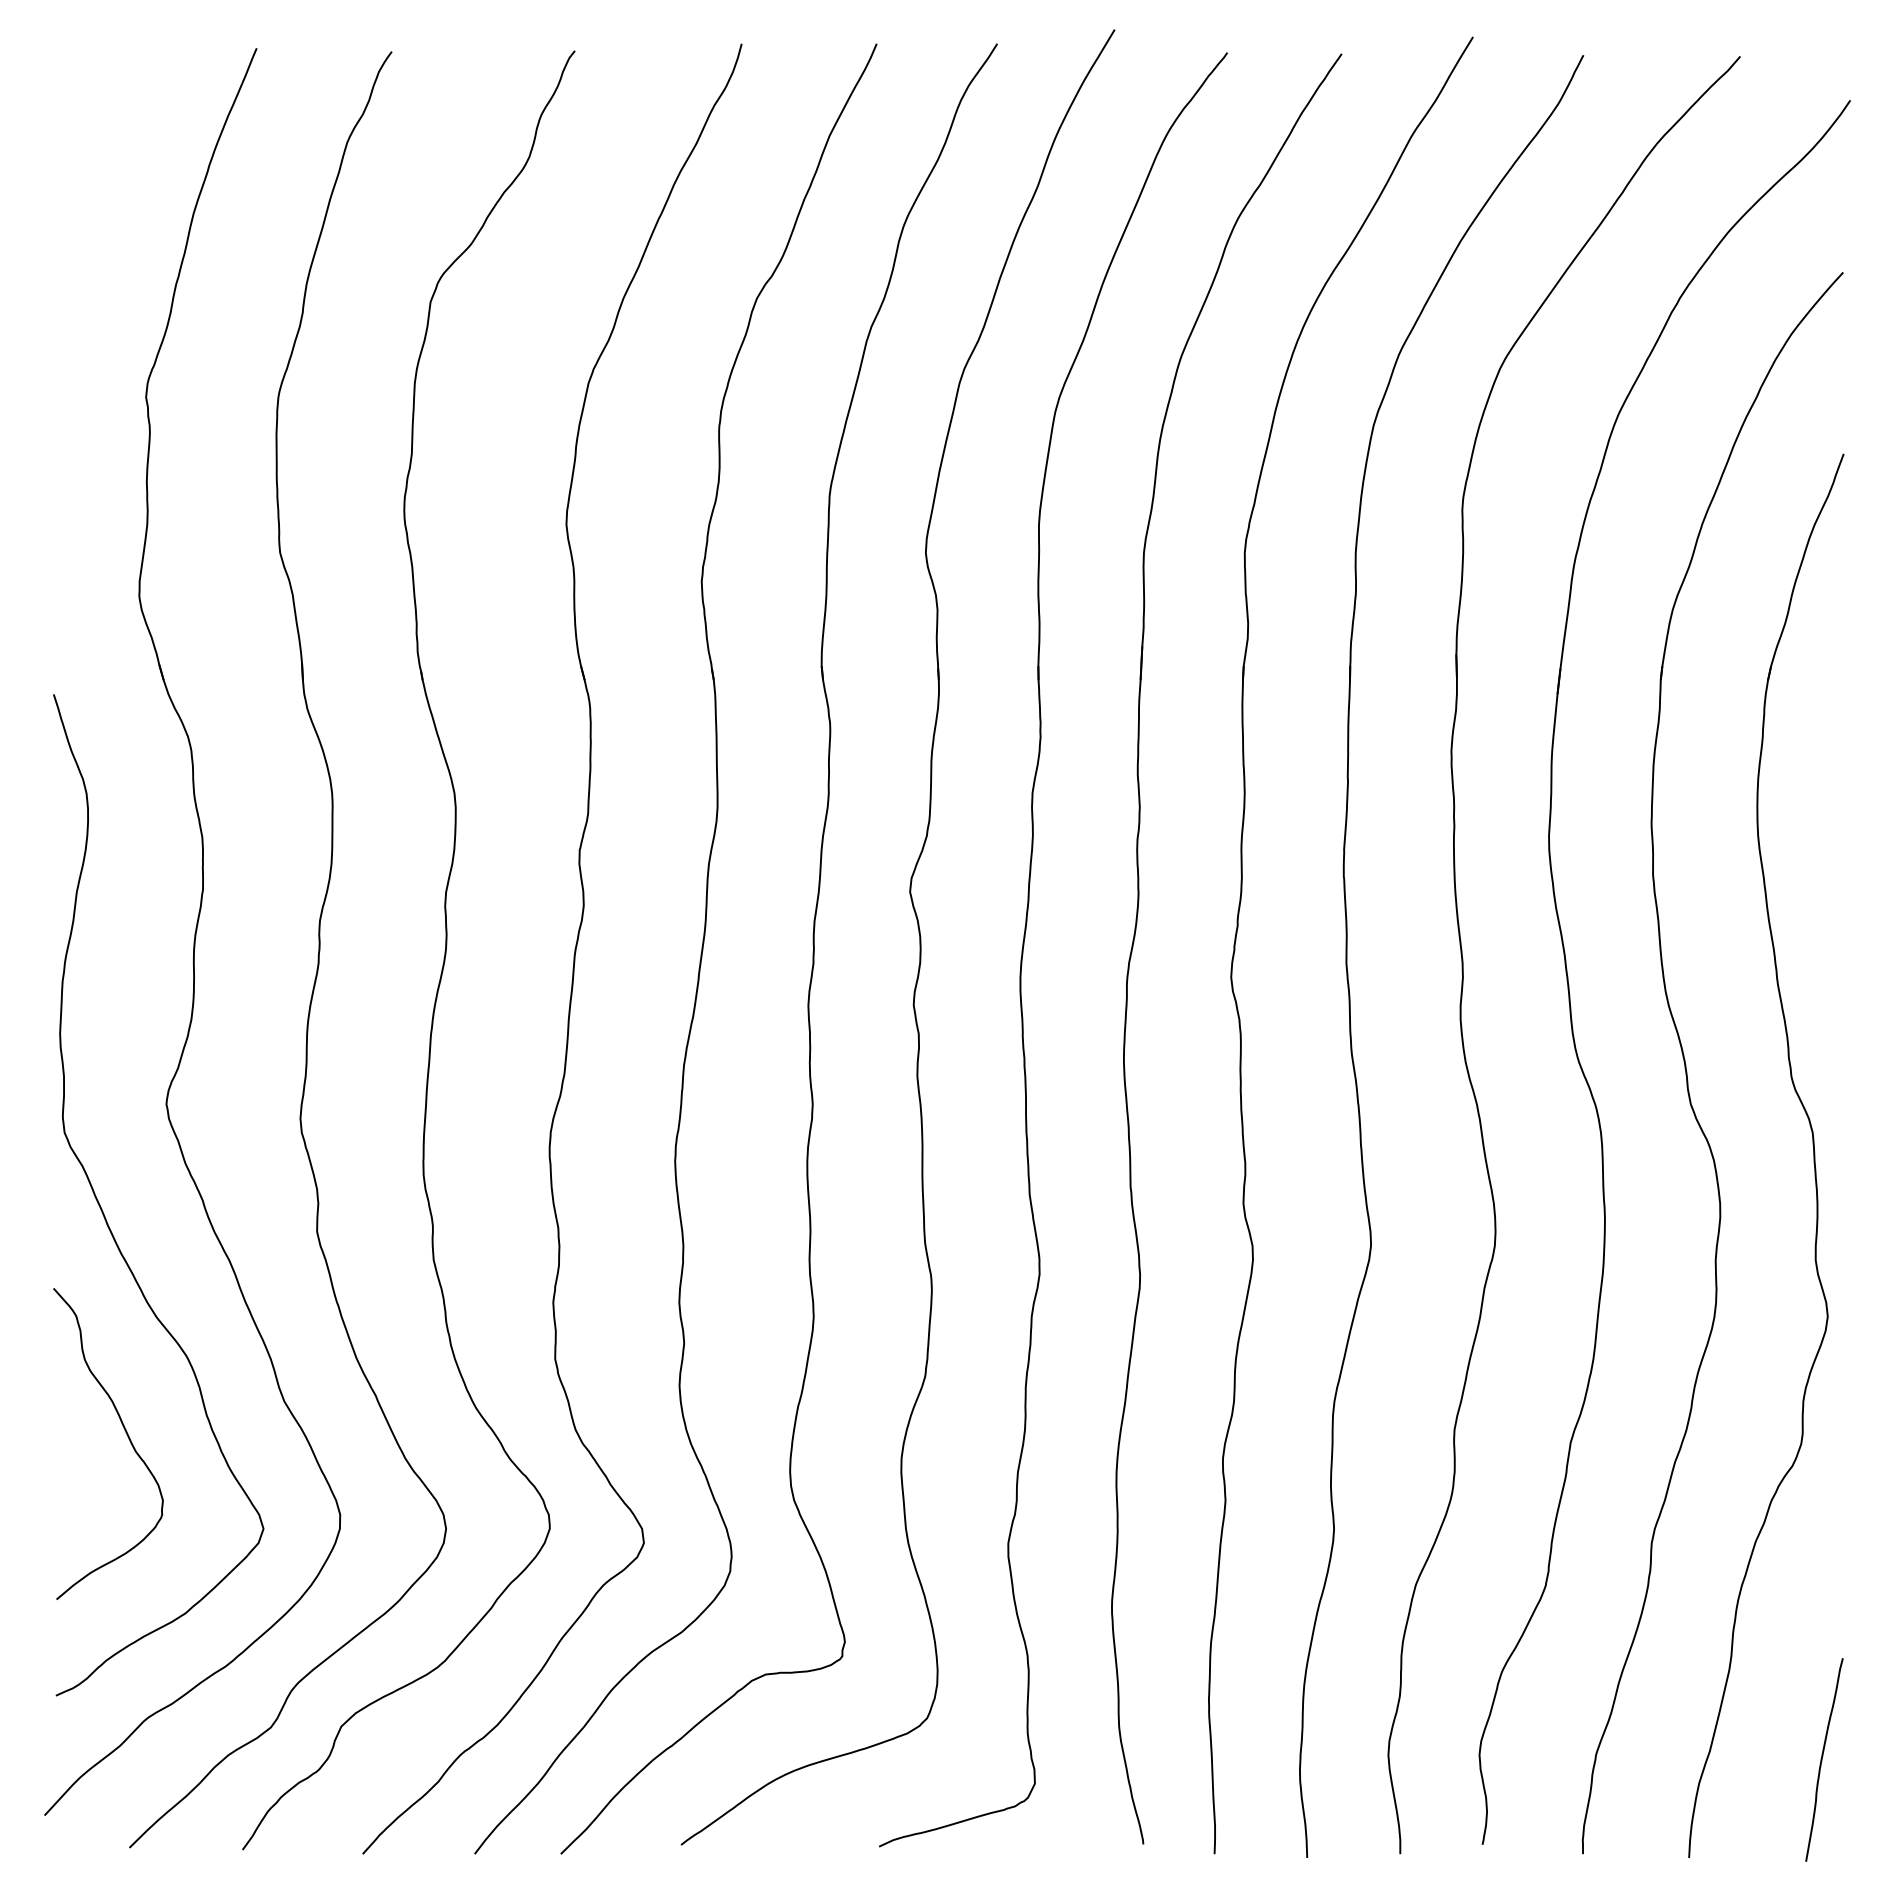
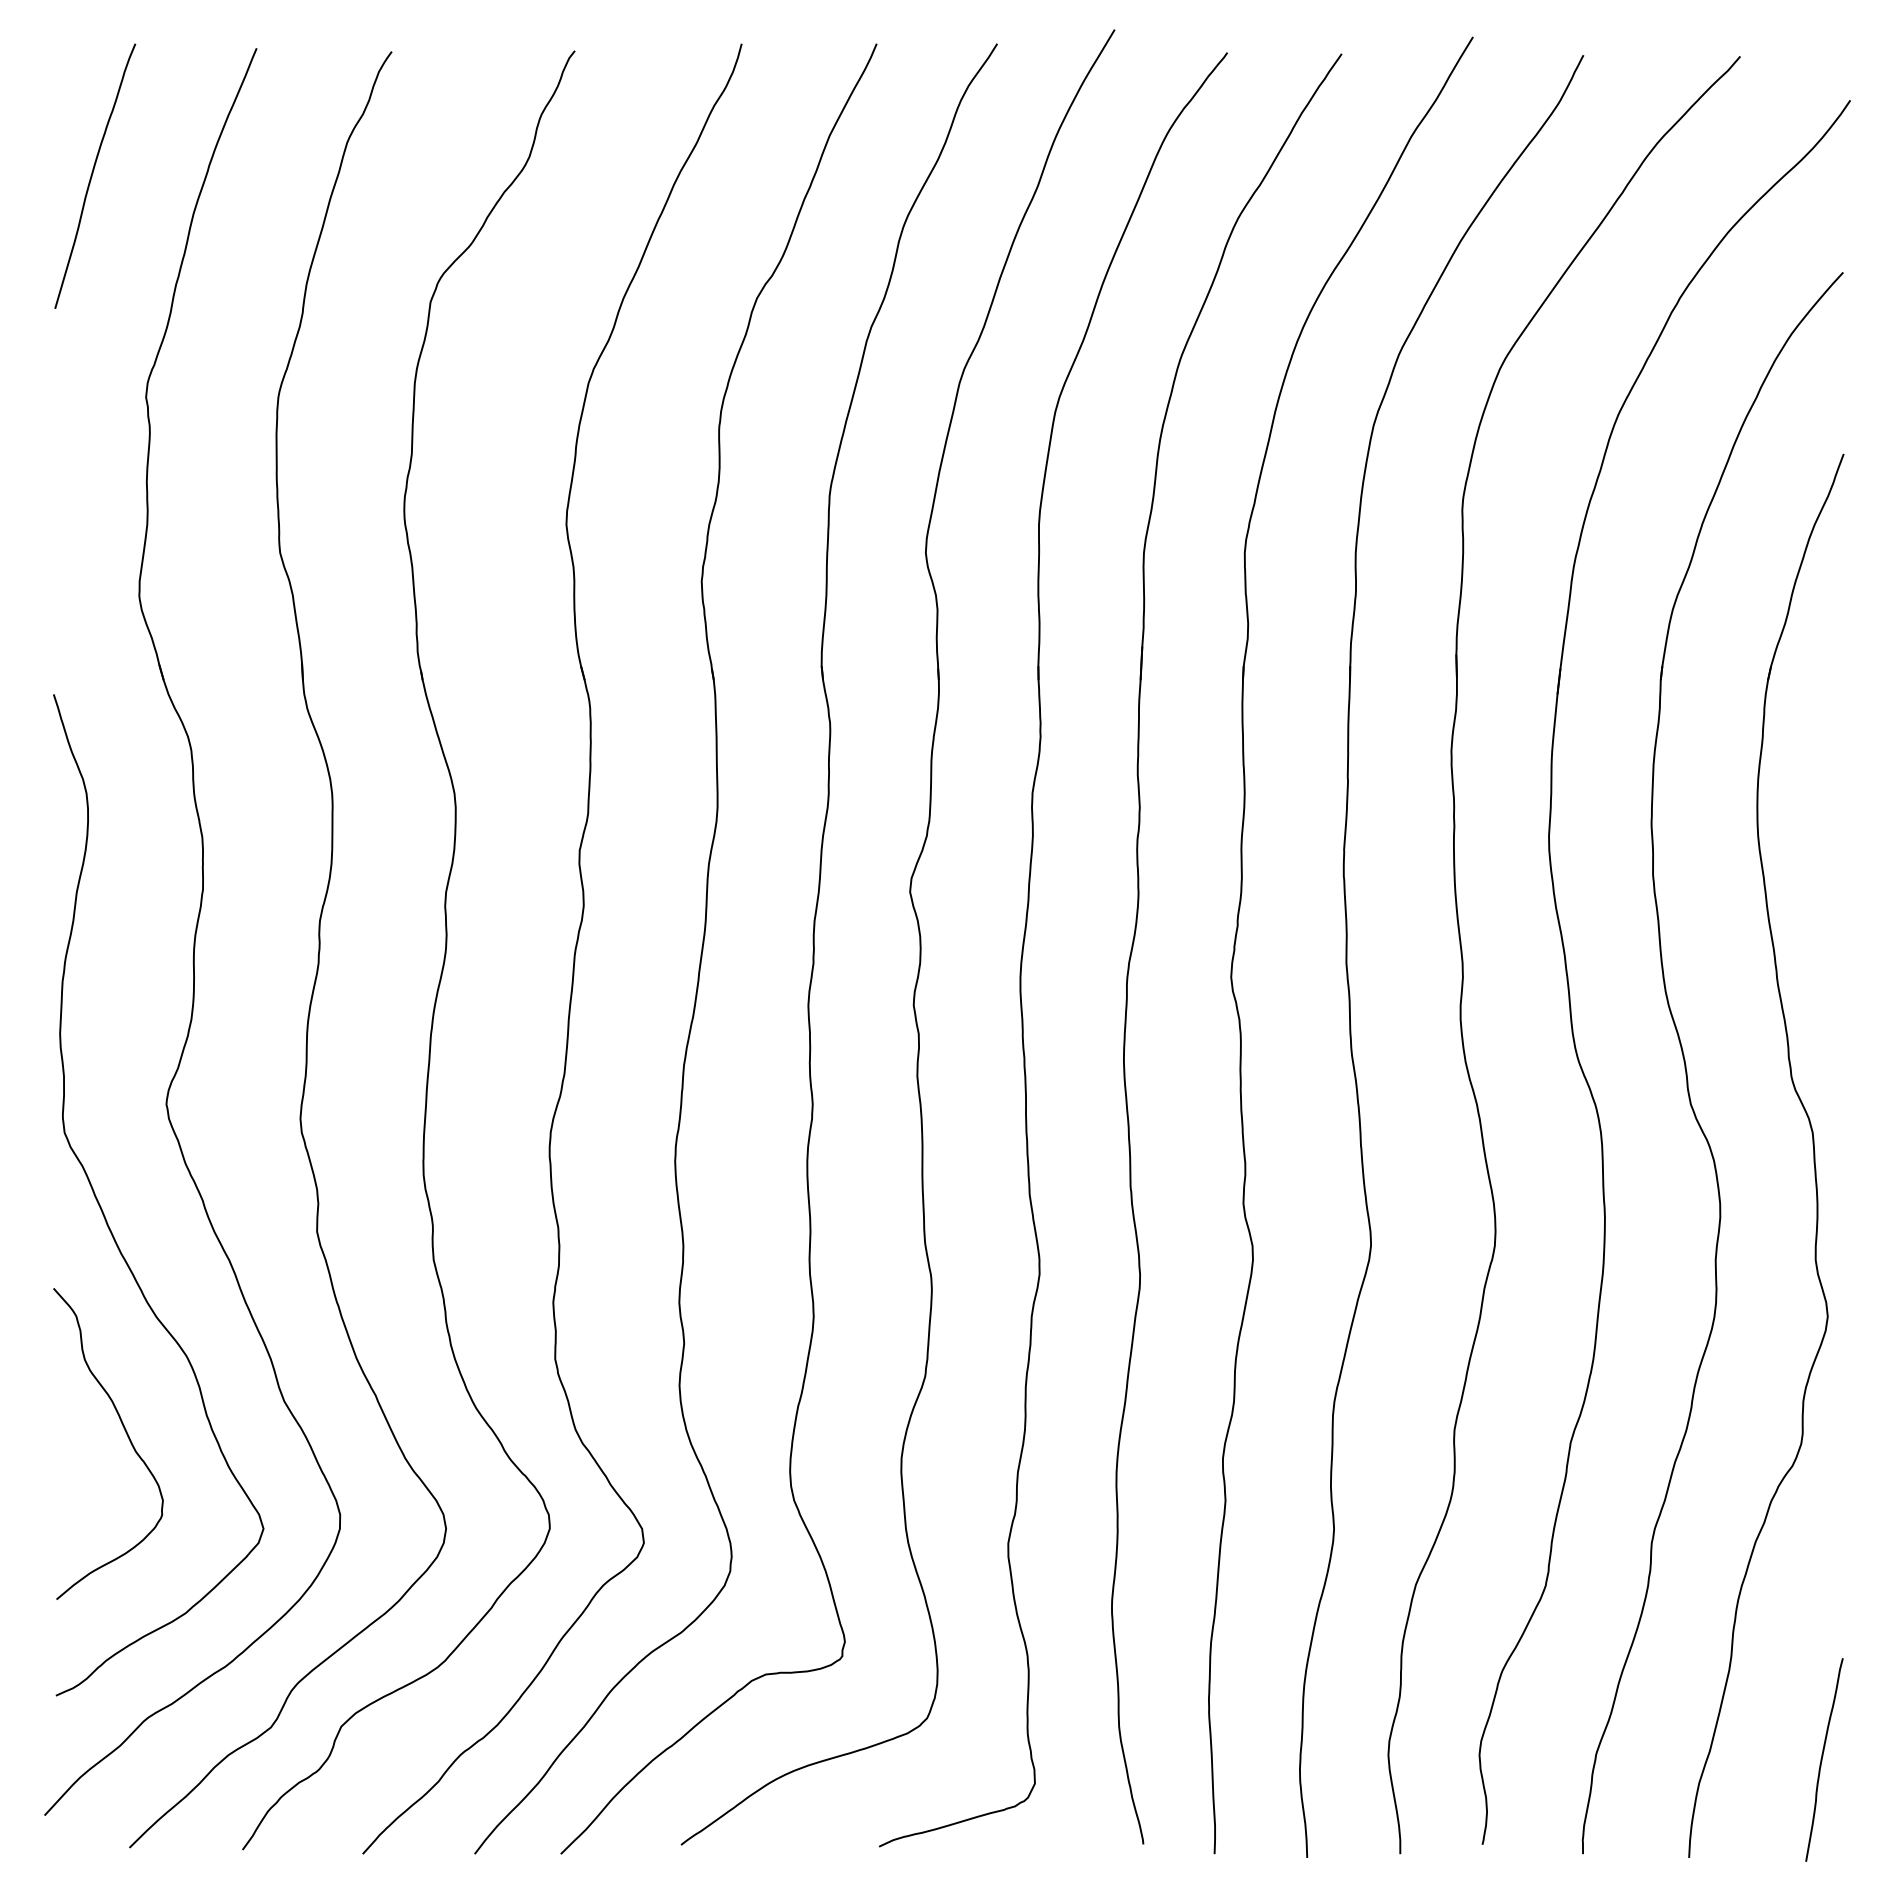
curve at (93, 173): none -> present
